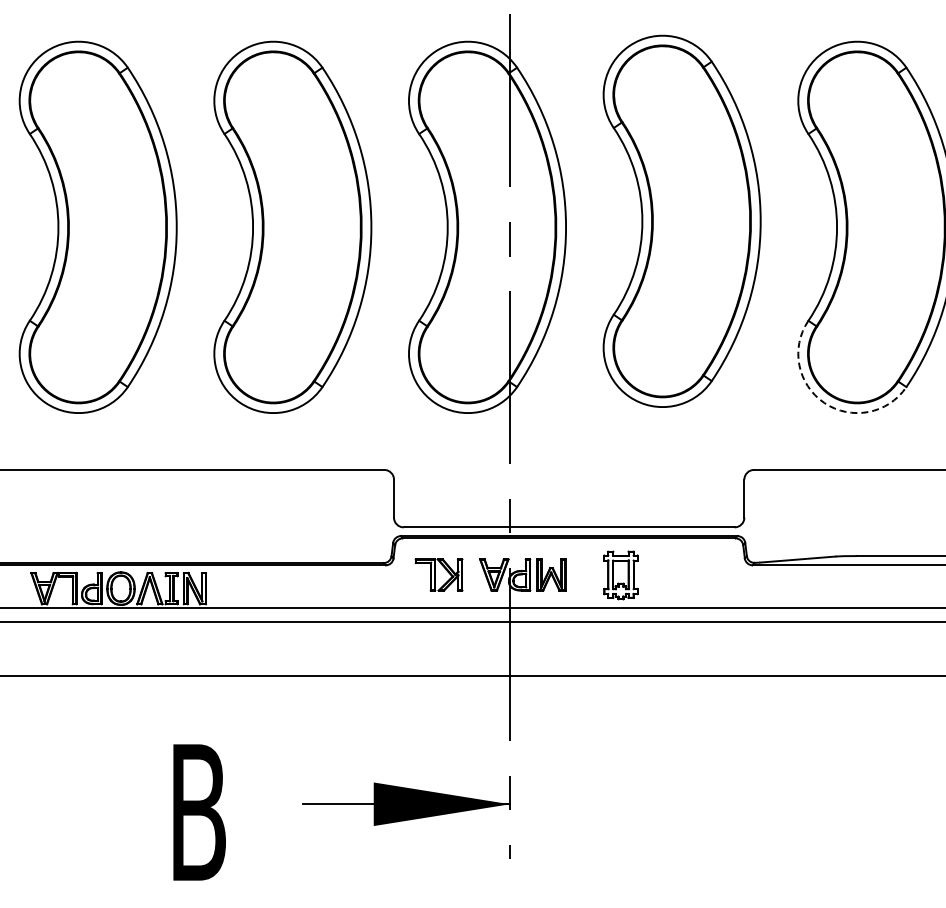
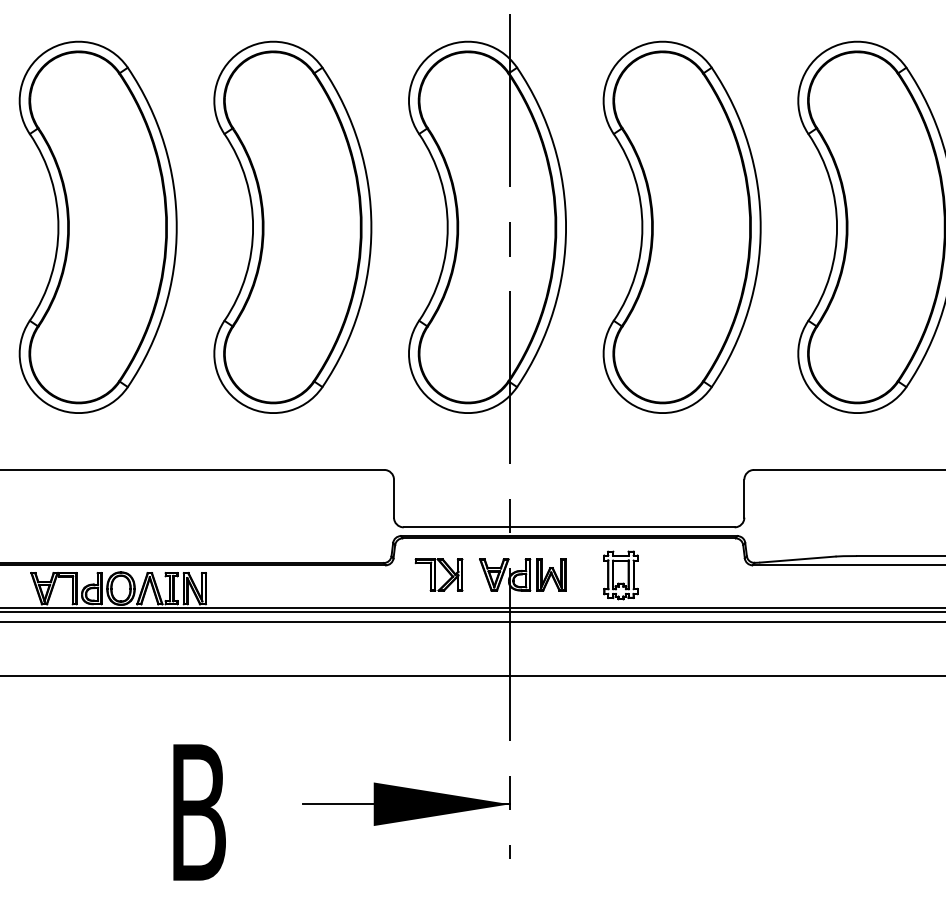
part at (681, 220) position: (681, 220) -> (681, 226)
arc at (824, 402): dashed -> solid
line at (472, 612): none -> present
